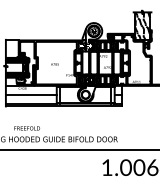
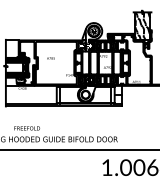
text at (54, 64) position: (54, 64) -> (50, 58)
line at (30, 95): present -> none
